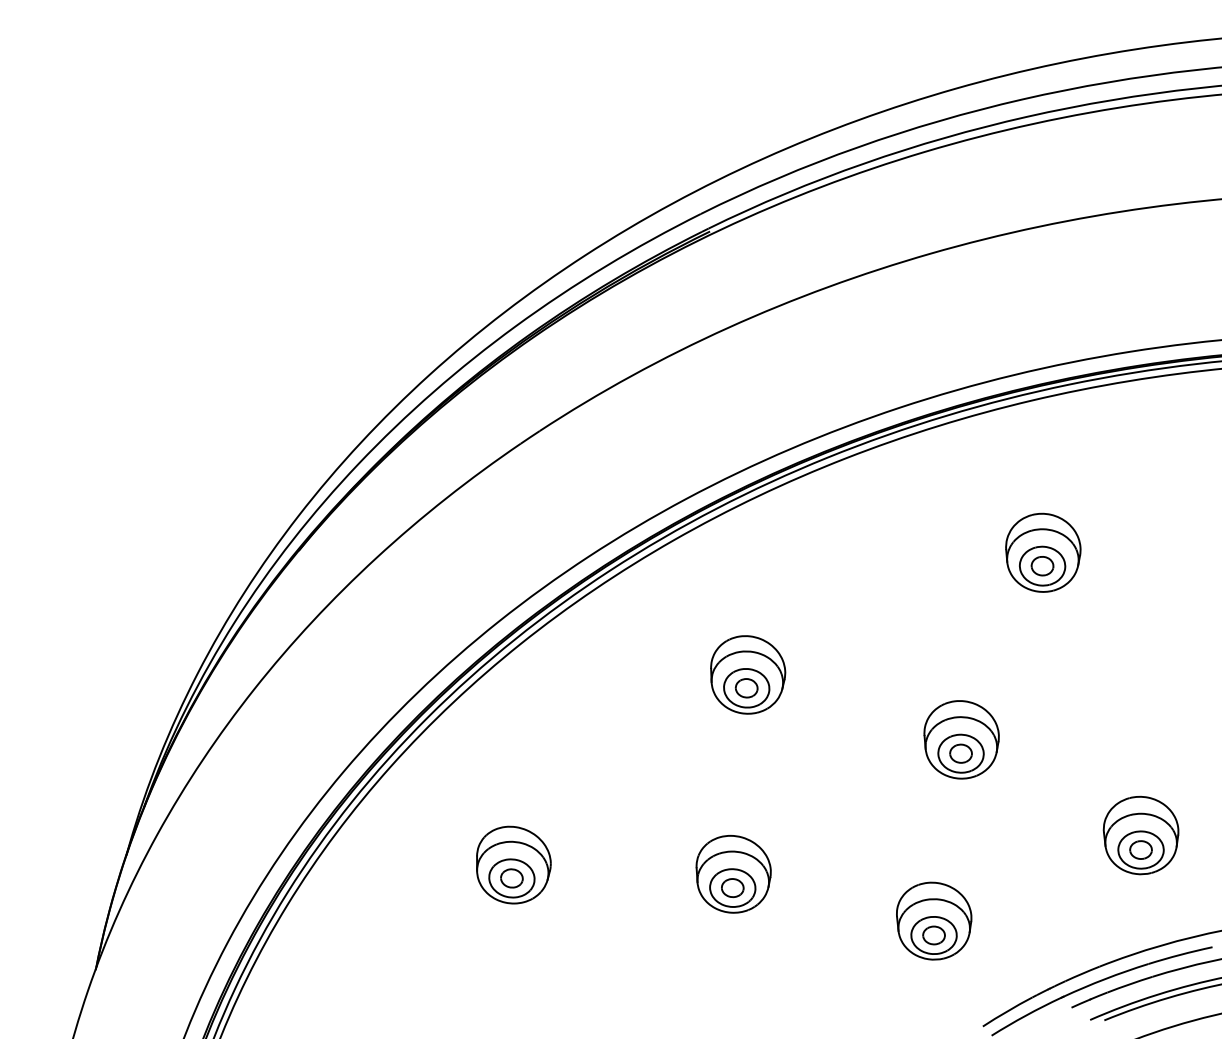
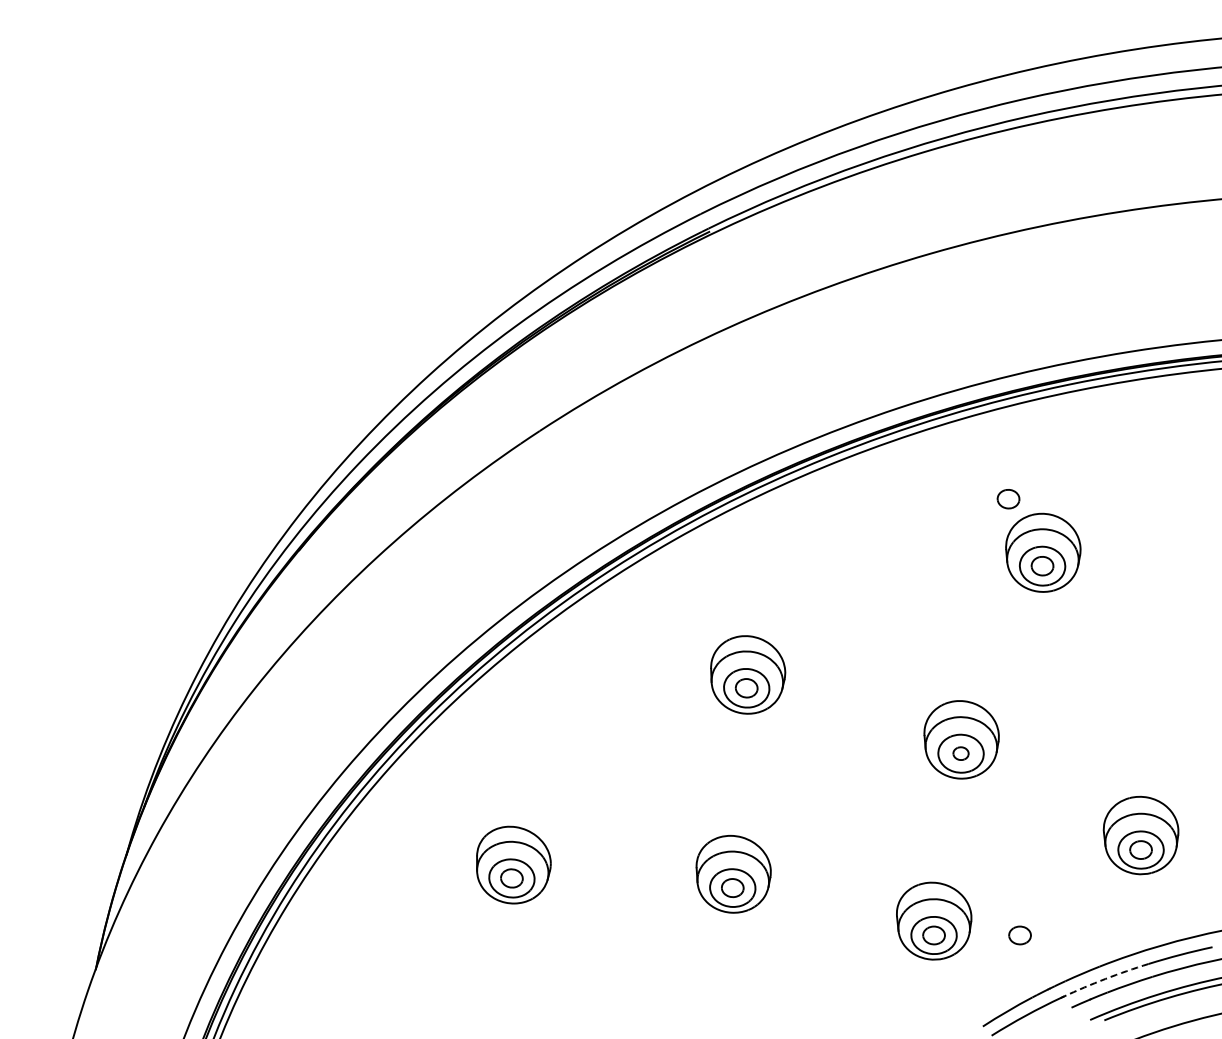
part at (1008, 499): none -> present
part at (960, 753) size: 24x21 px -> 18x15 px
part at (1019, 935): none -> present
arc at (1105, 978): solid -> dashed
